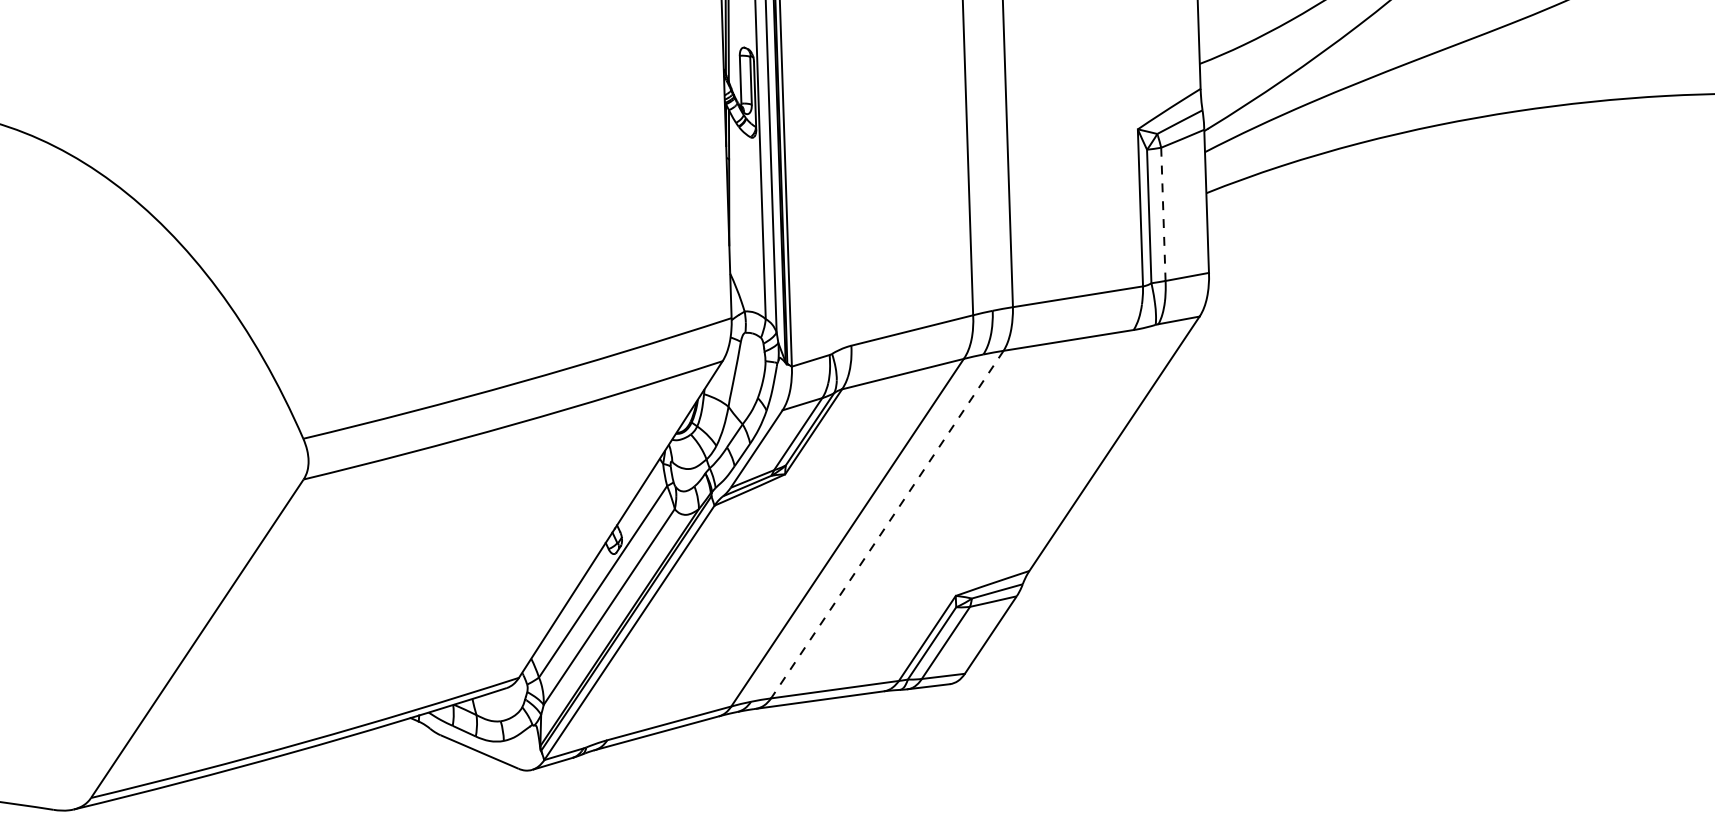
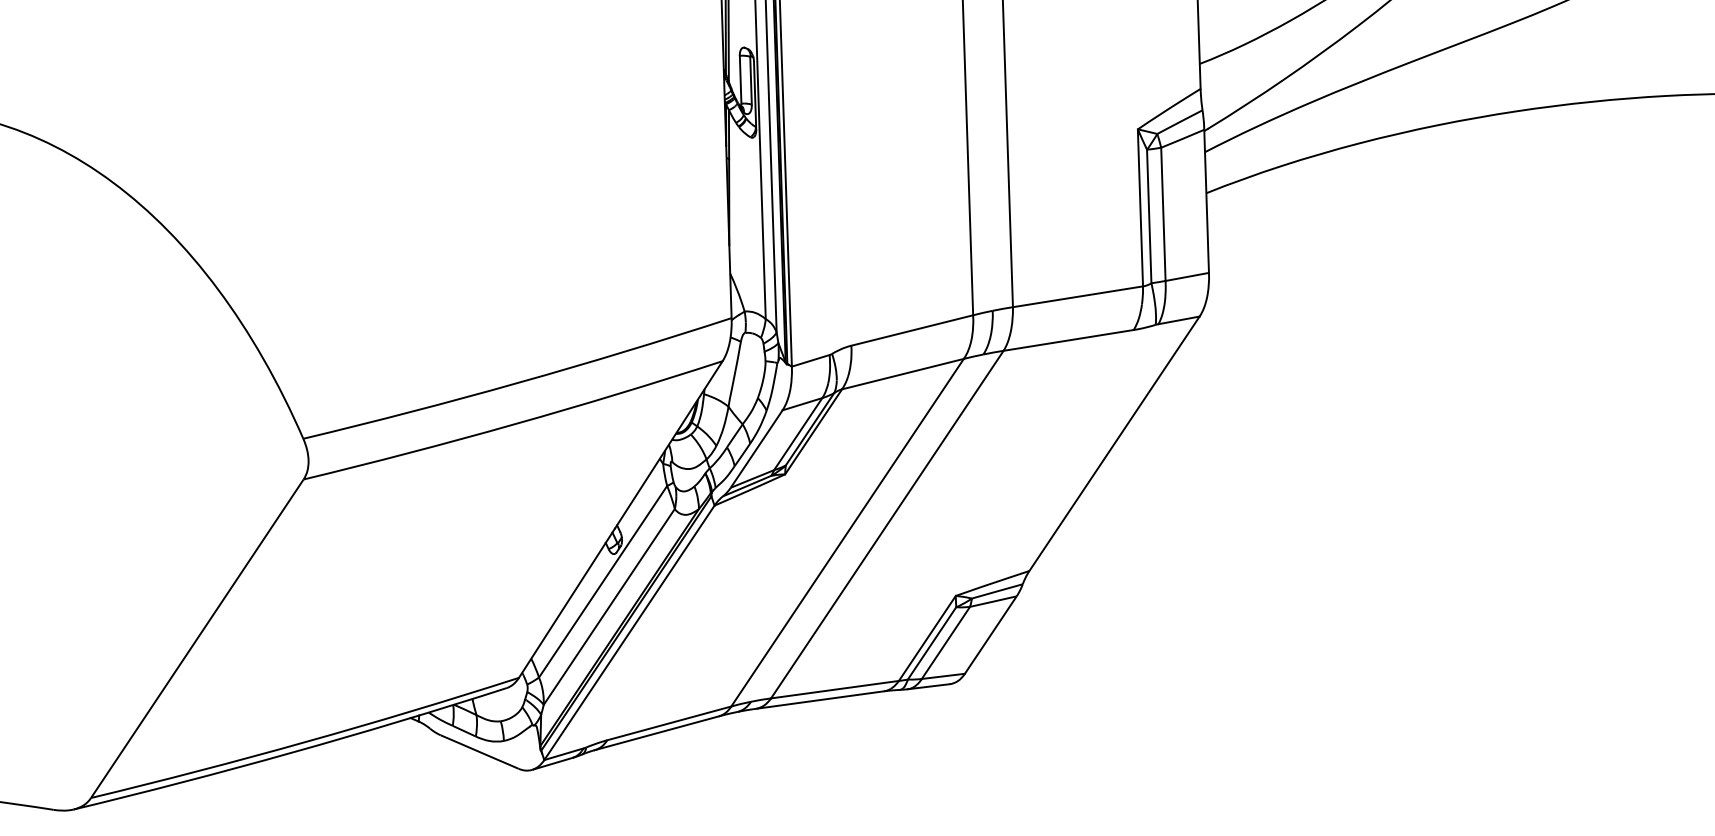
line at (1163, 214): dashed -> solid
line at (887, 525): dashed -> solid
